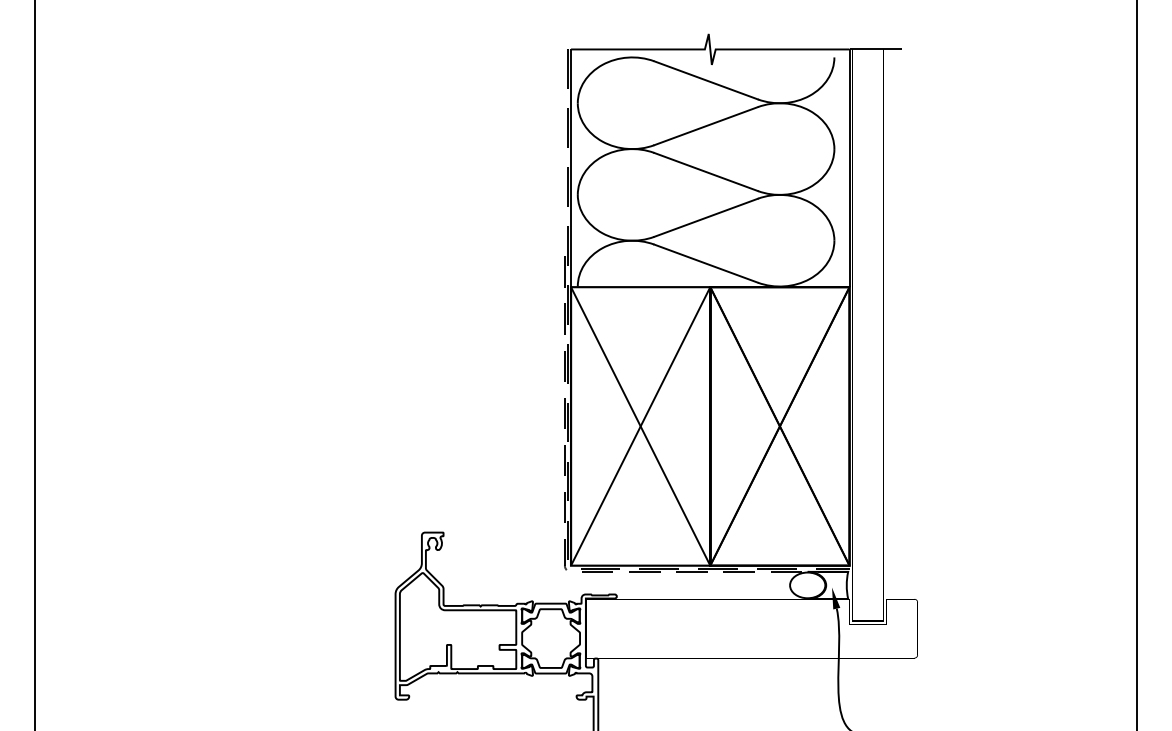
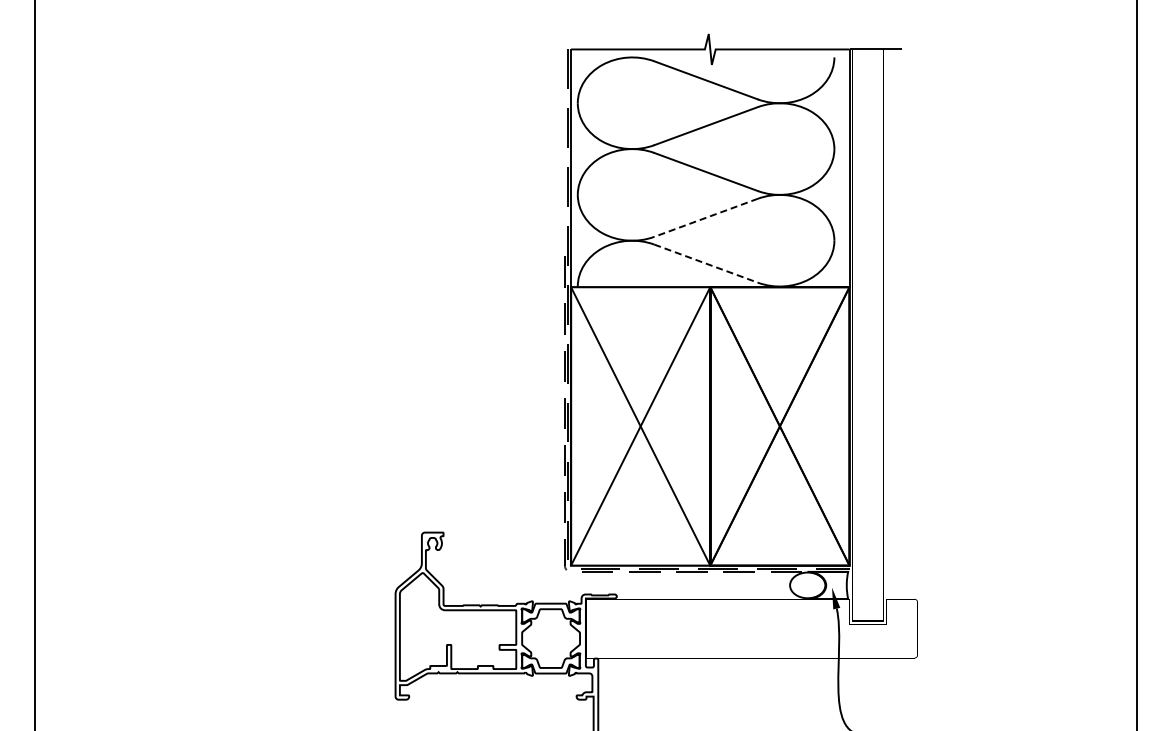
line at (705, 217): solid -> dashed
line at (706, 263): solid -> dashed
